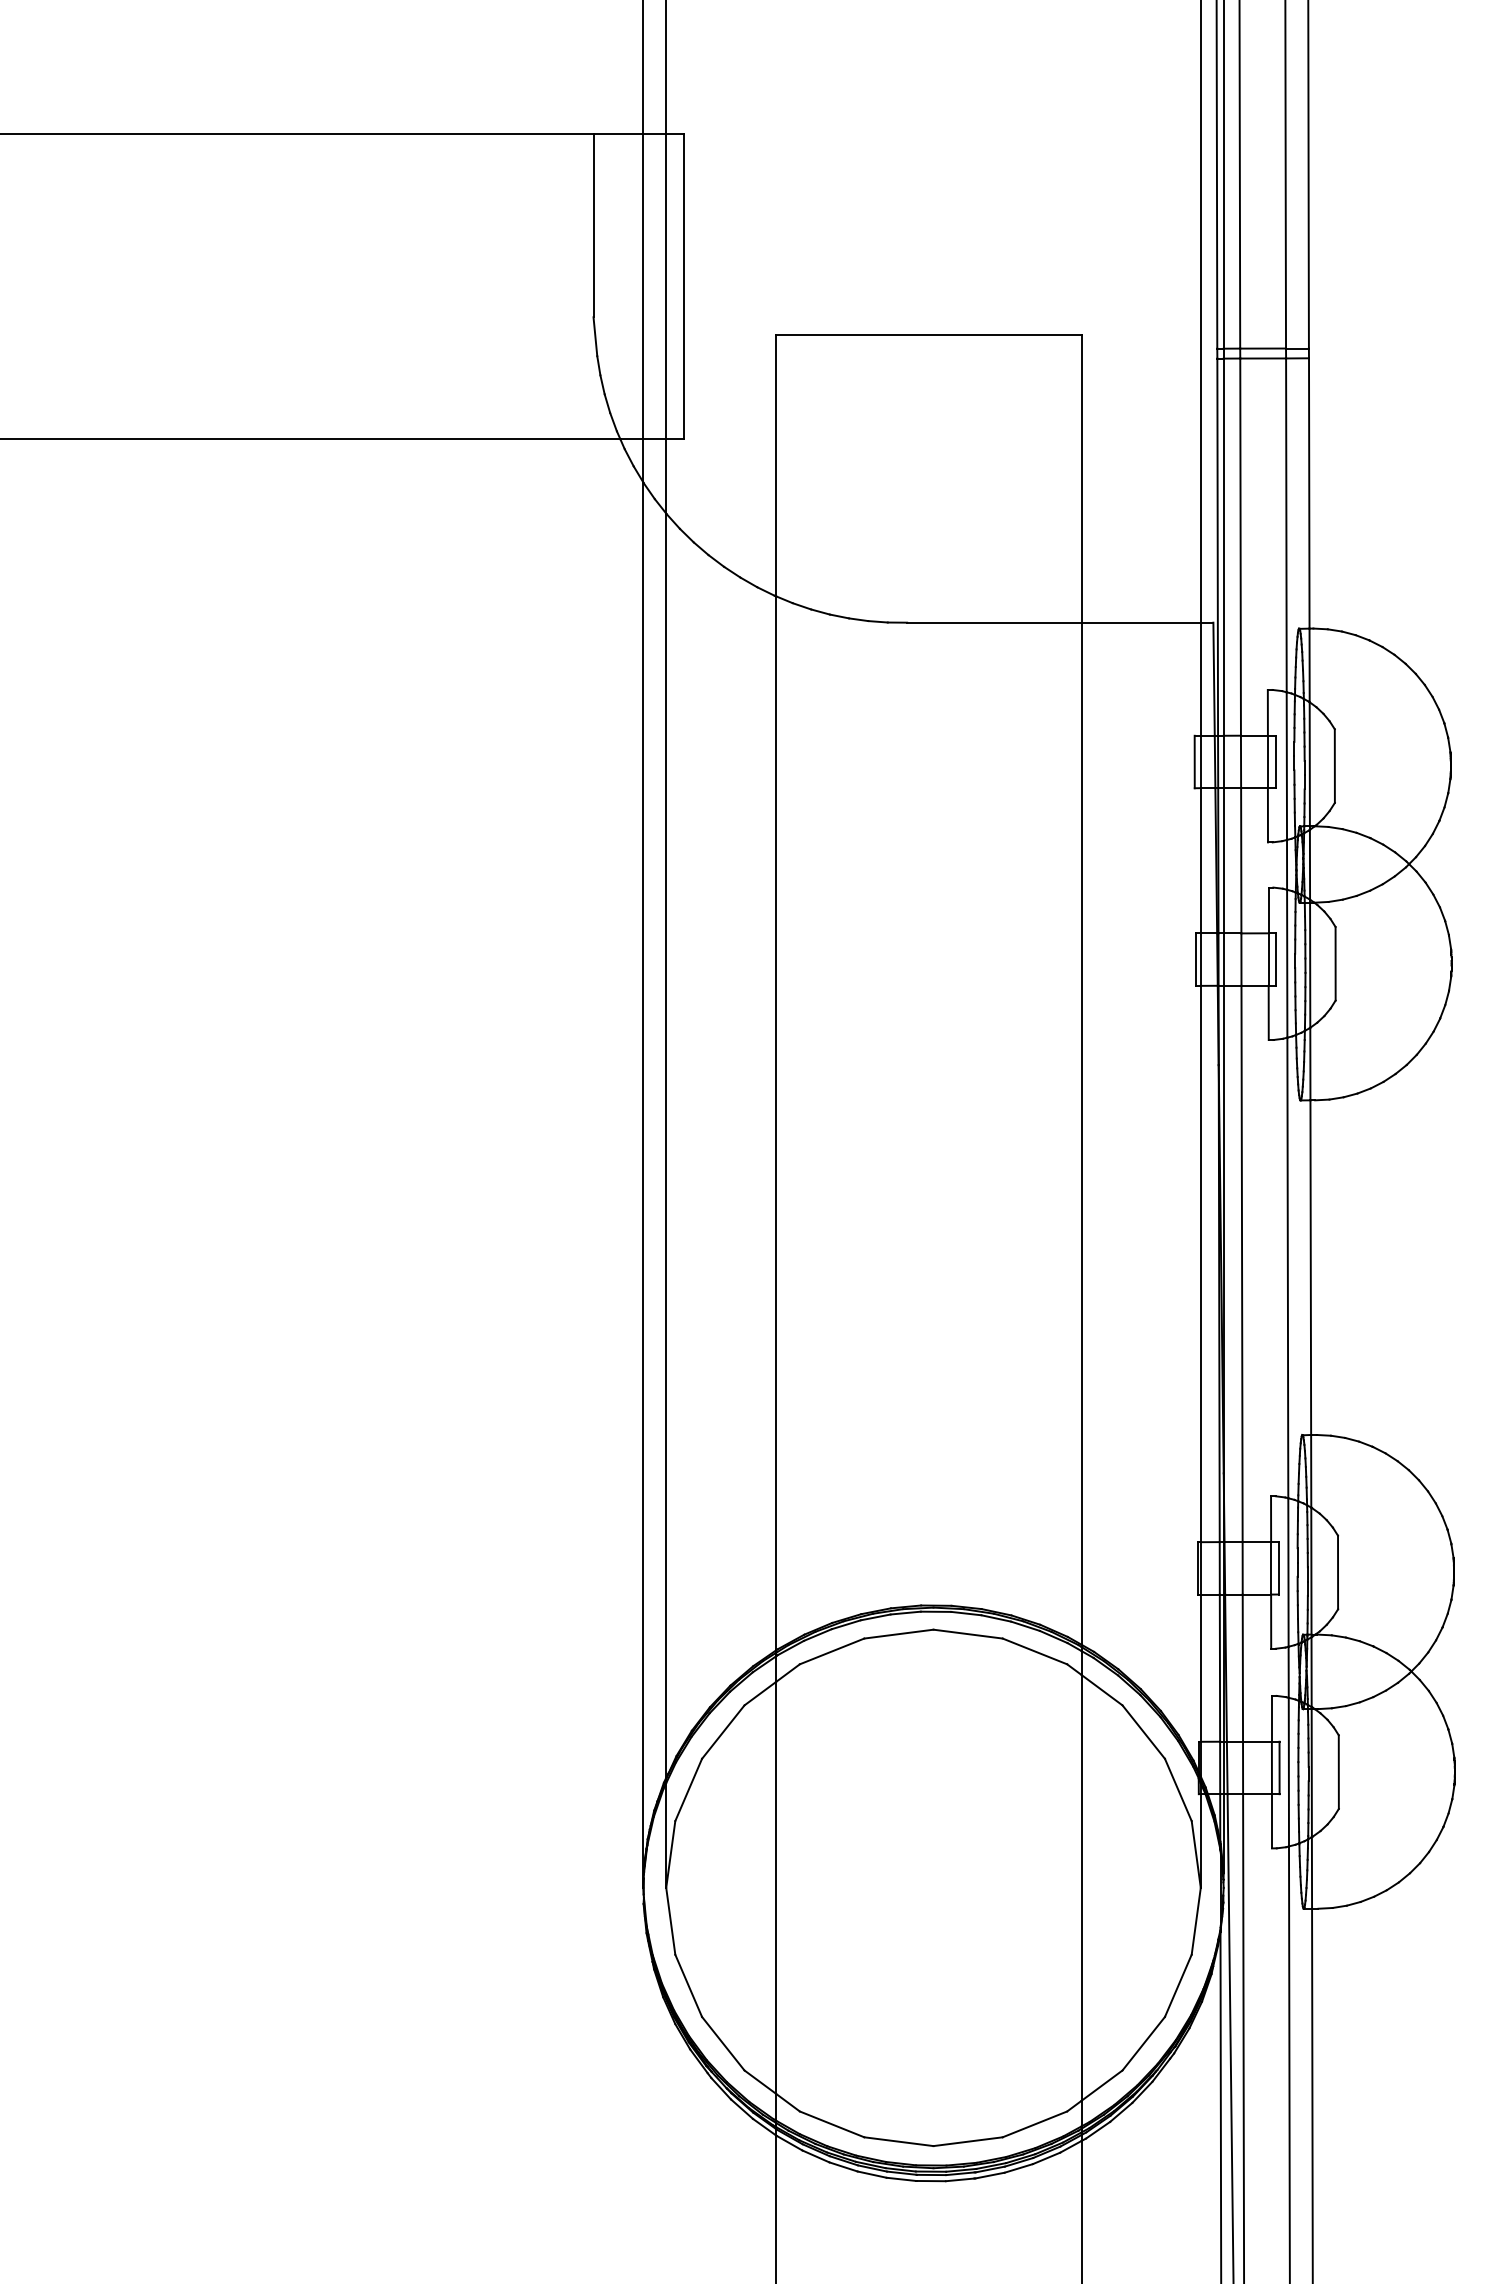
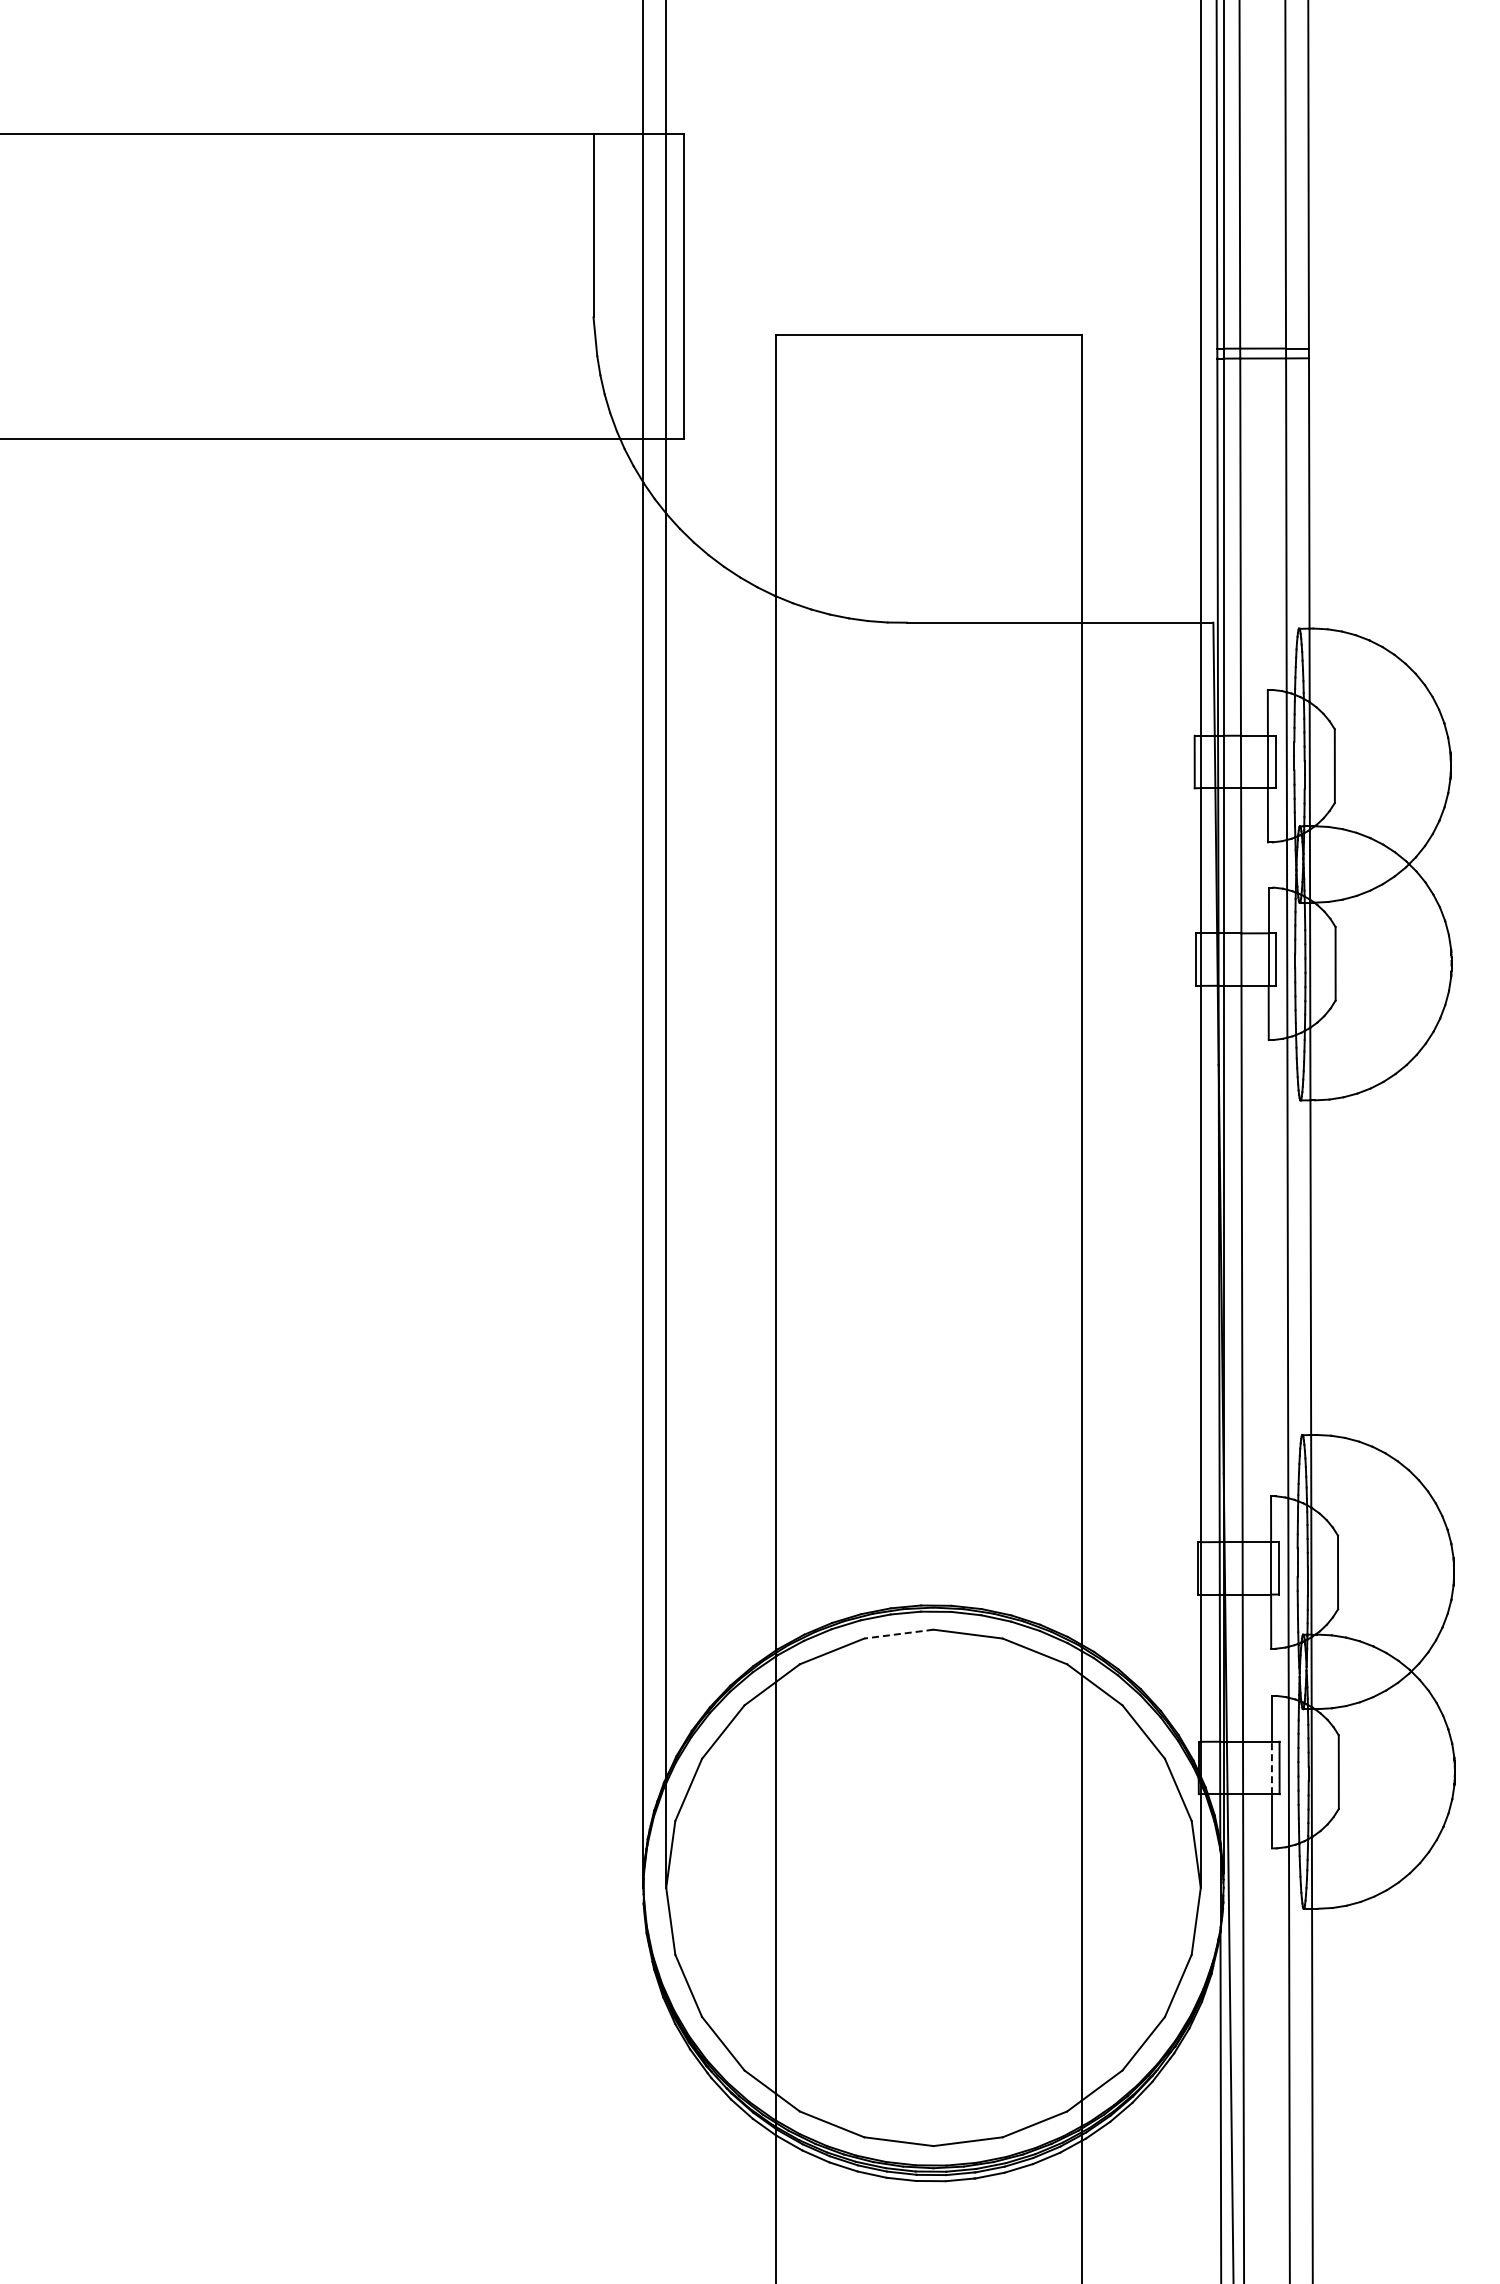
line at (898, 1634): solid -> dashed
line at (1271, 1767): solid -> dashed
